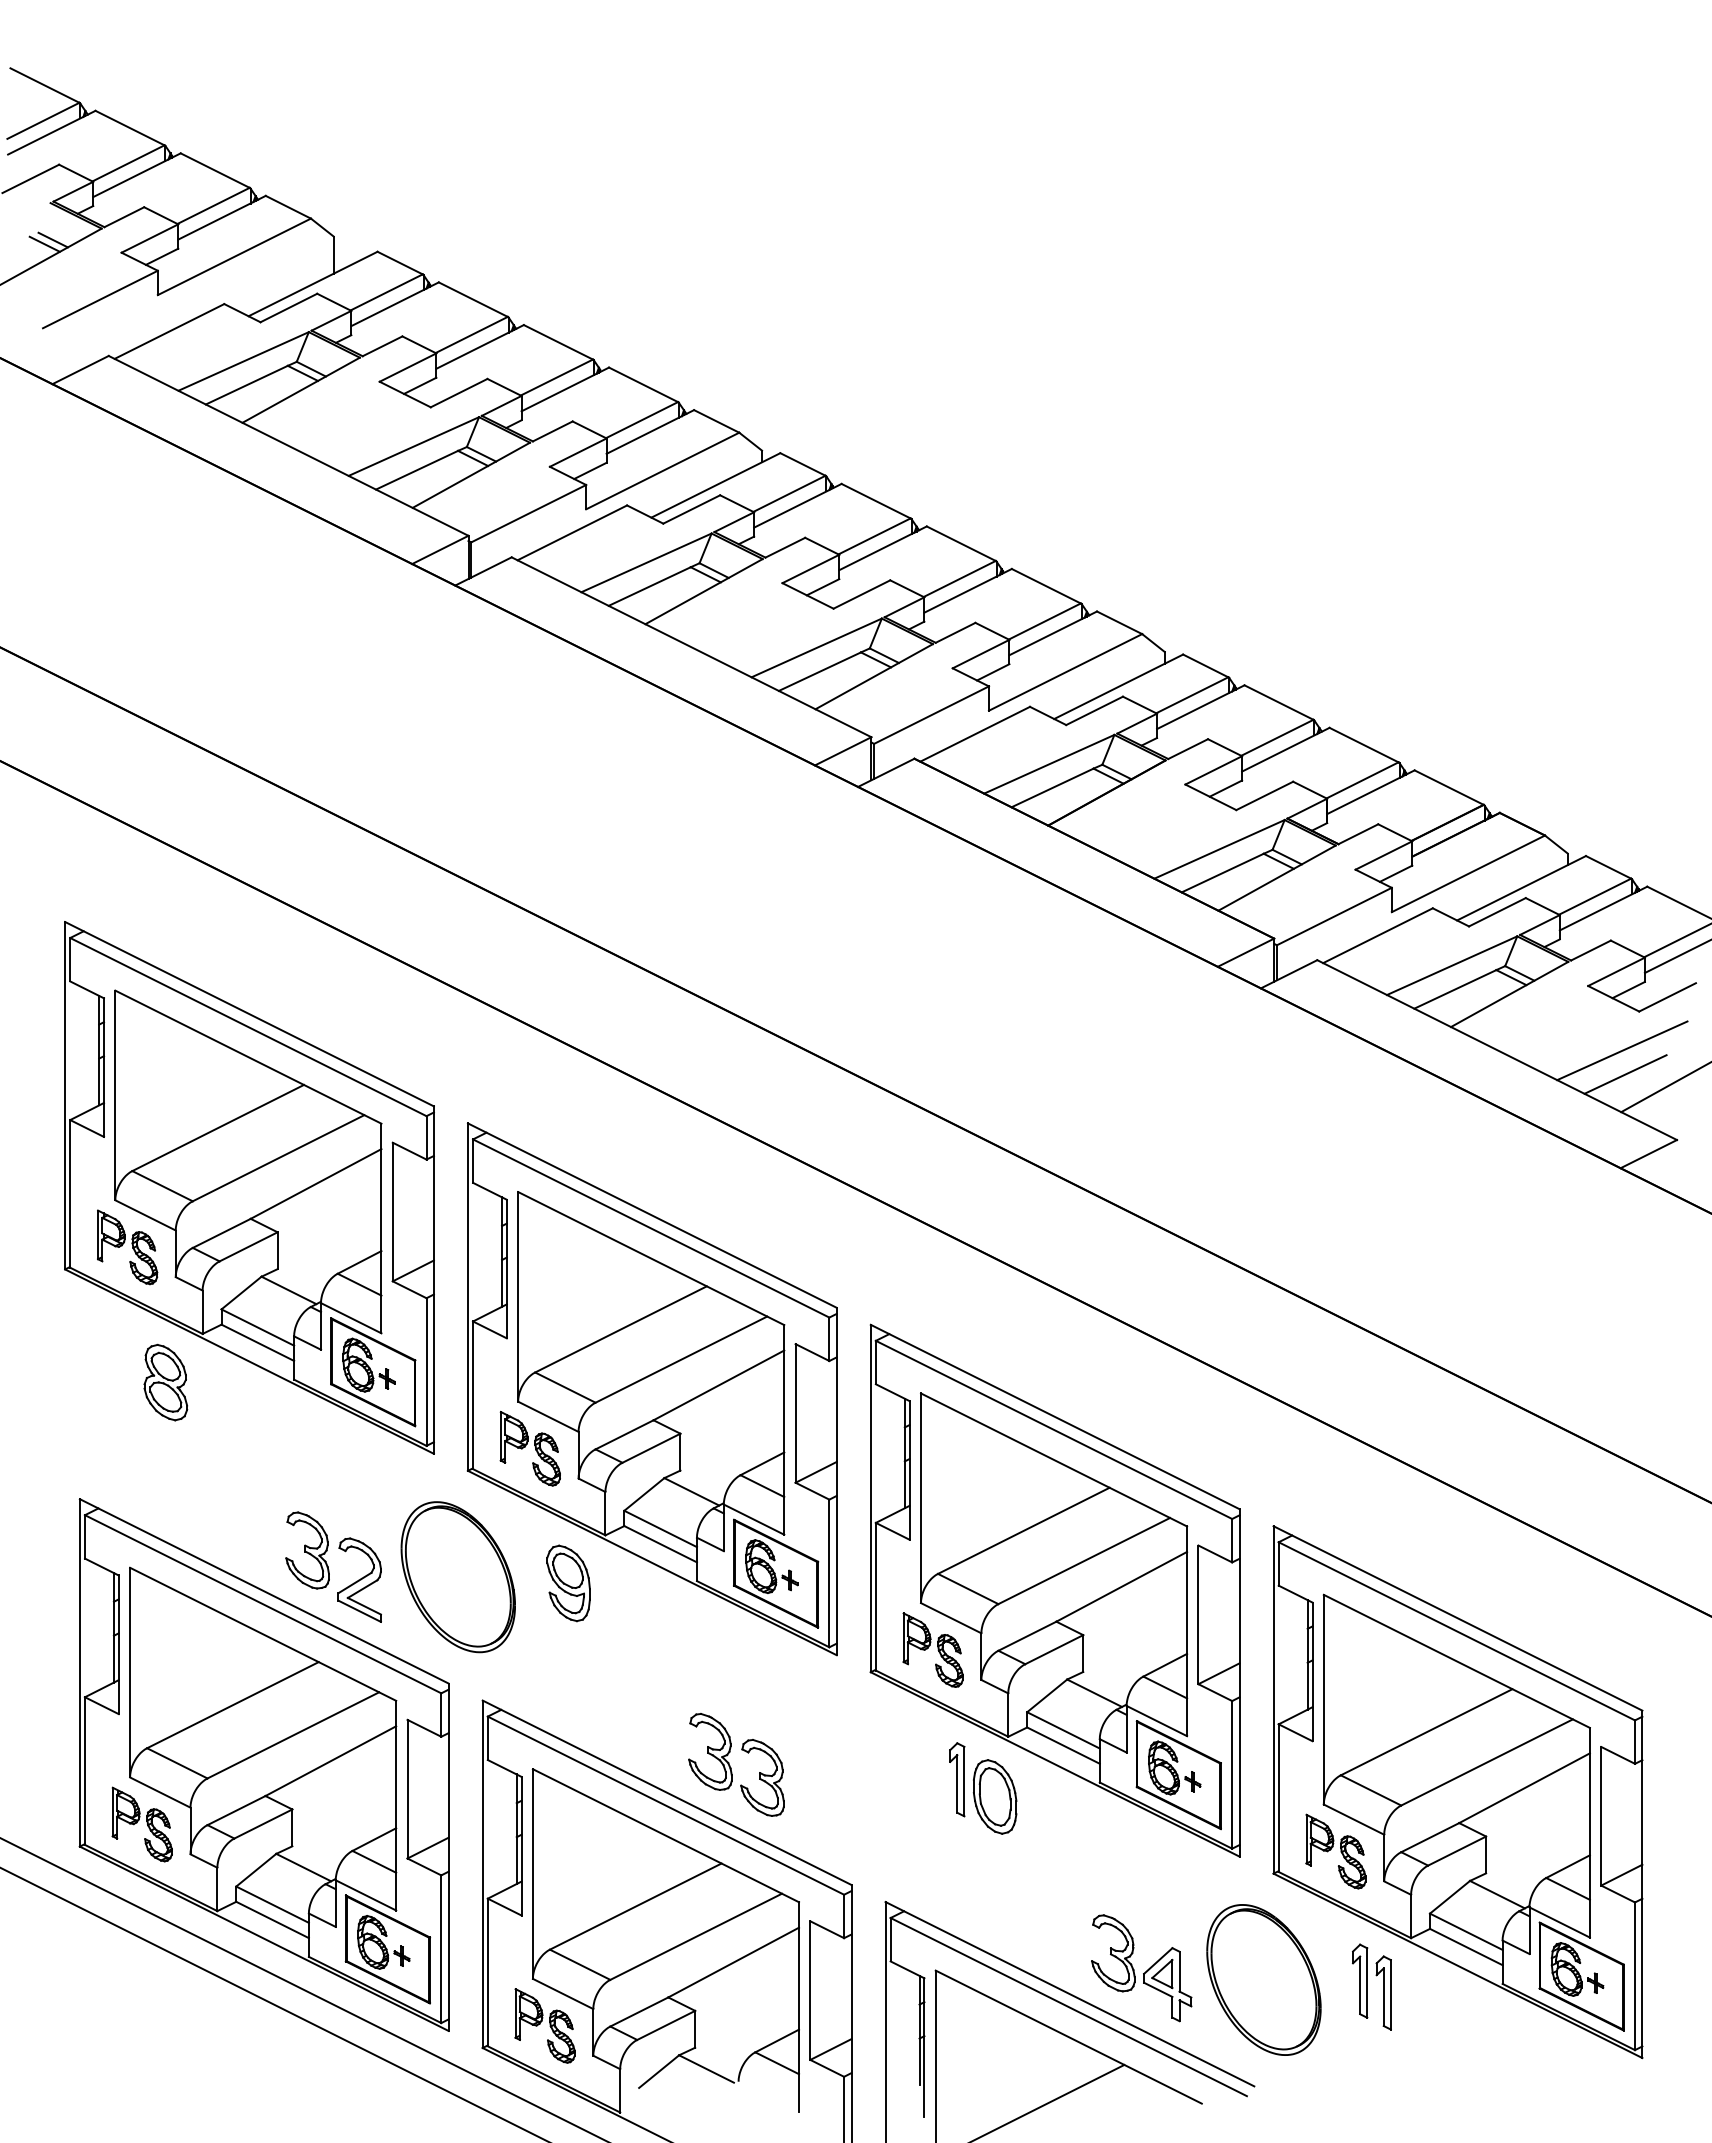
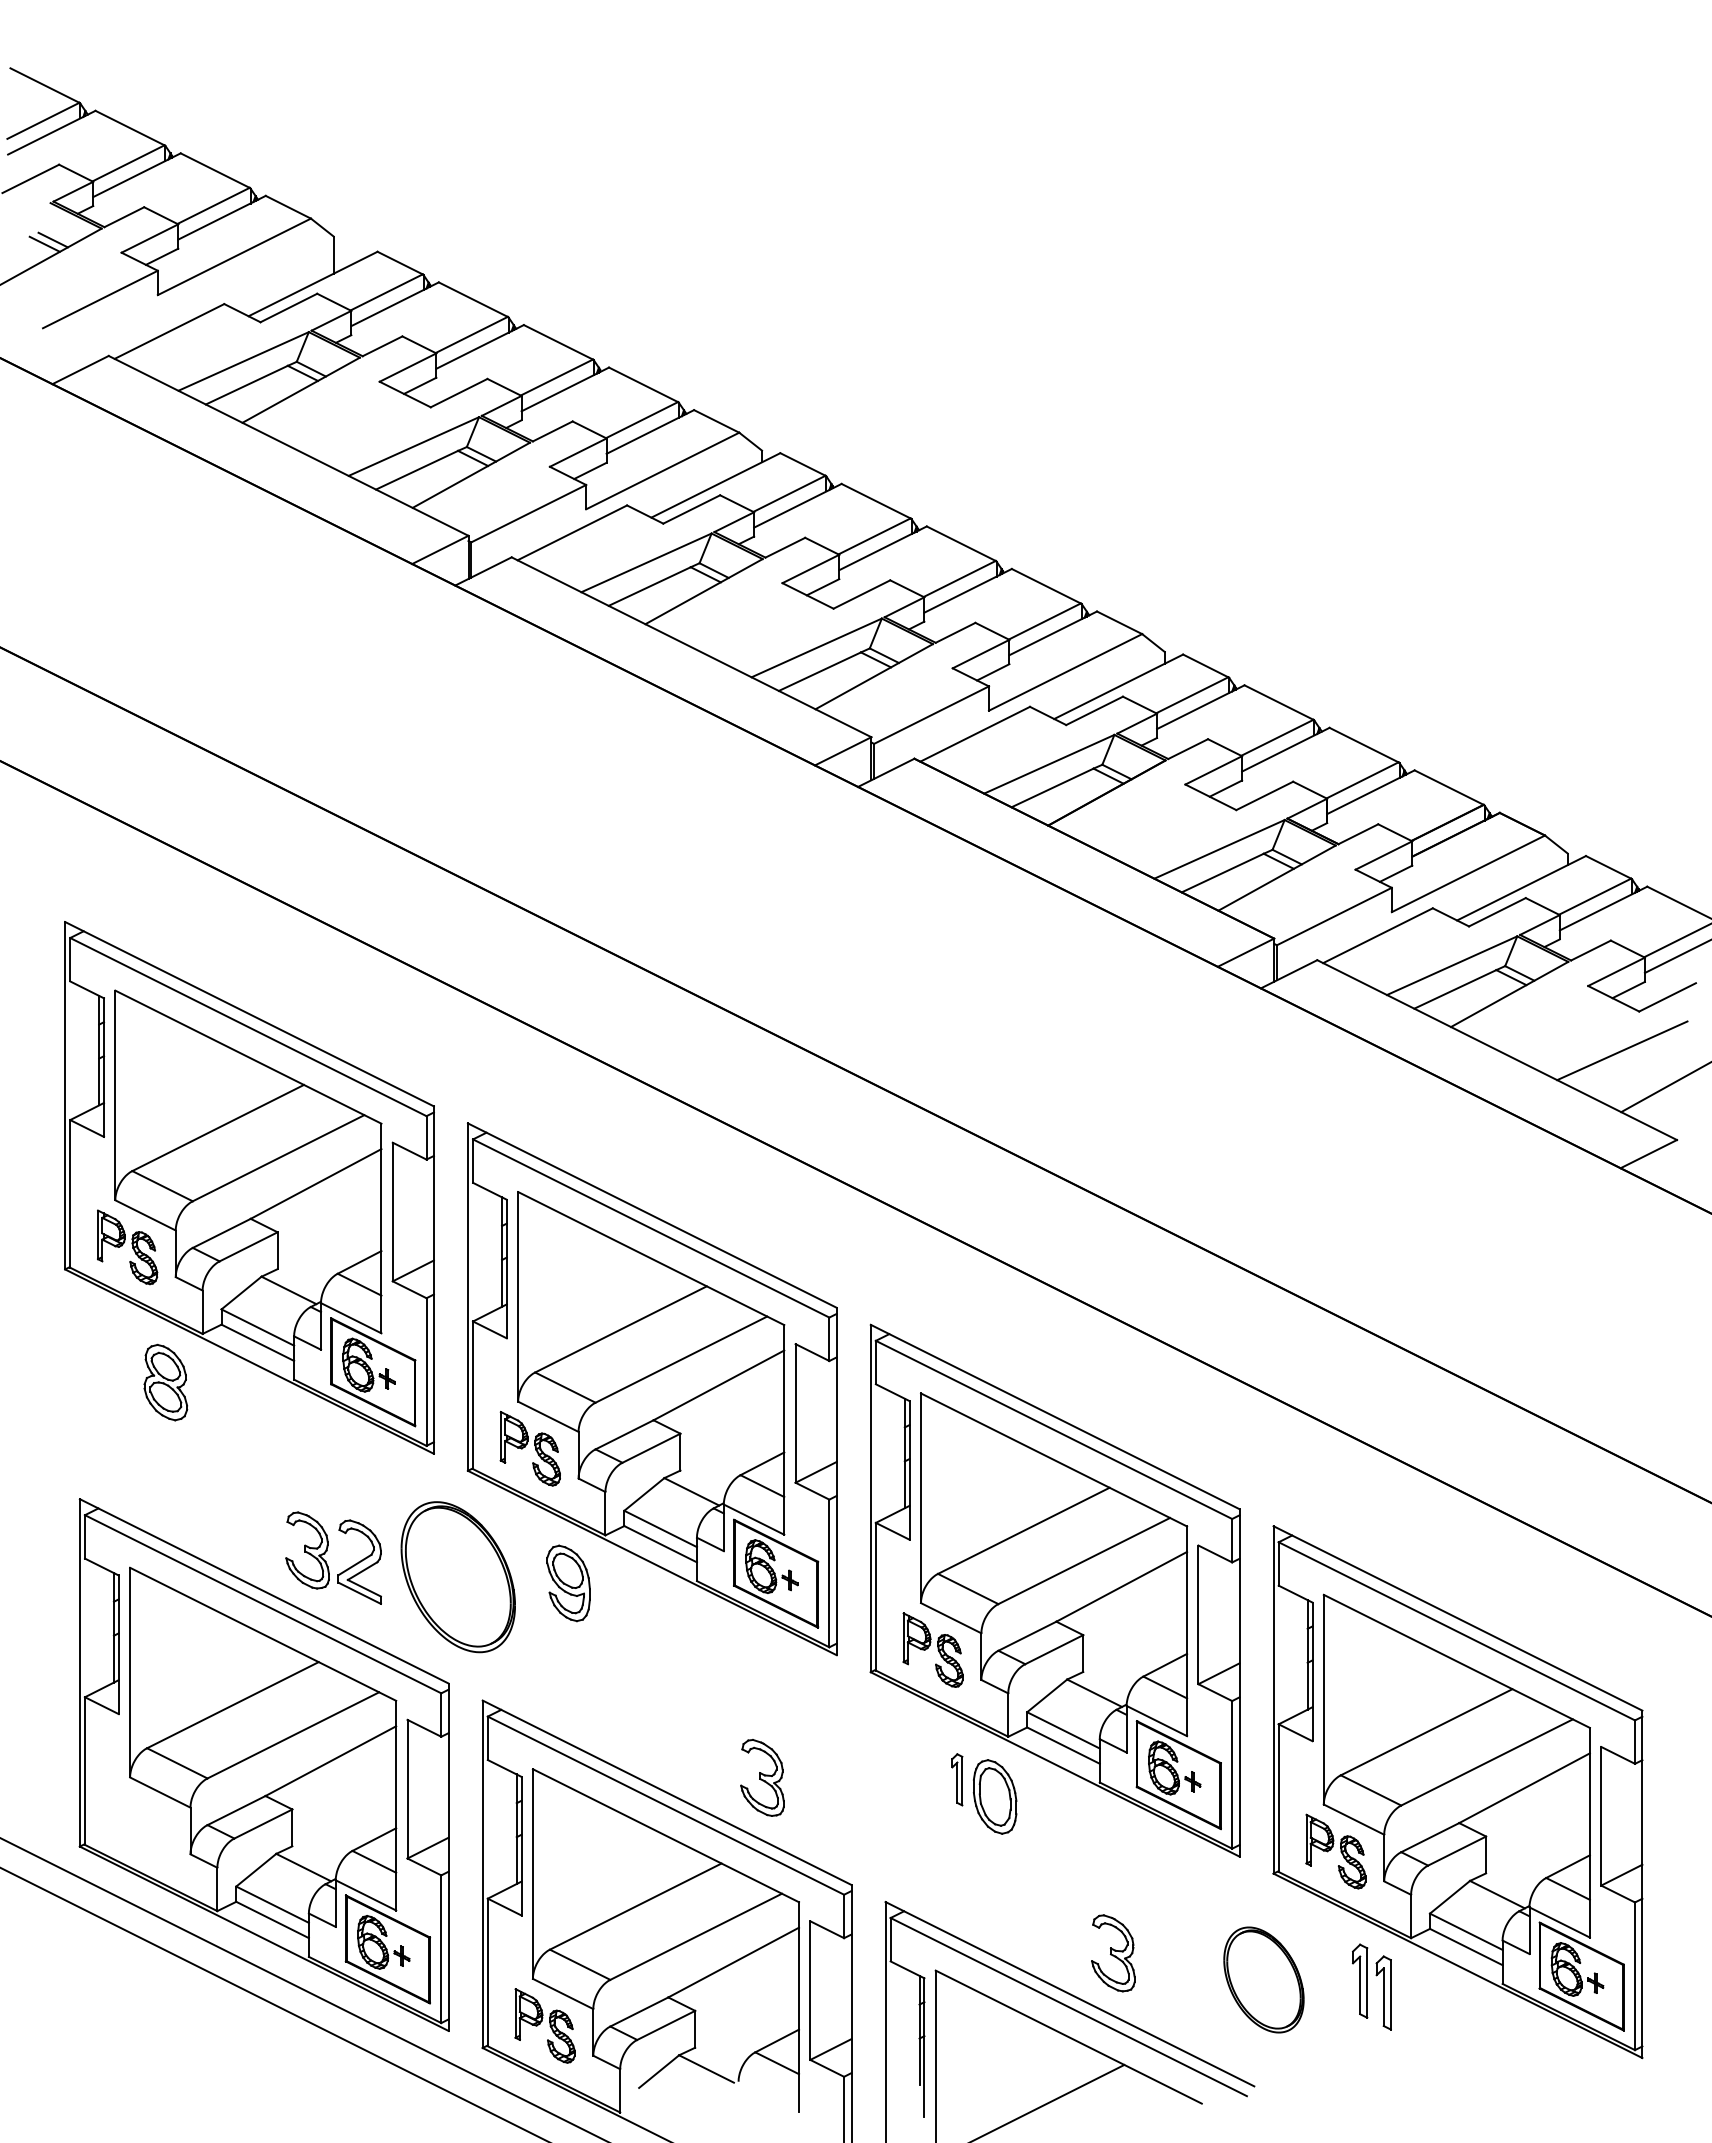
line at (1625, 1074): present -> none
part at (359, 1579) position: (359, 1579) -> (359, 1561)
part at (710, 1751): present -> none
part at (957, 1779) size: 17x76 px -> 13x54 px
part at (141, 1824): present -> none
part at (1263, 1979) size: 116x152 px -> 82x108 px
part at (1167, 1984): present -> none
